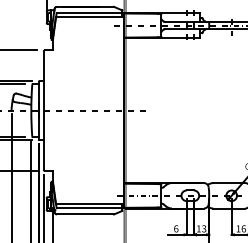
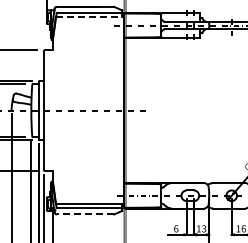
line at (89, 17): solid -> dashed
line at (85, 214): solid -> dashed
